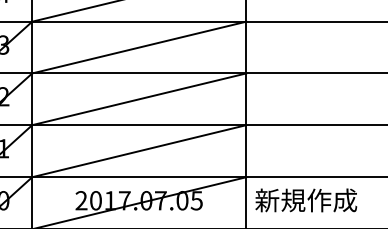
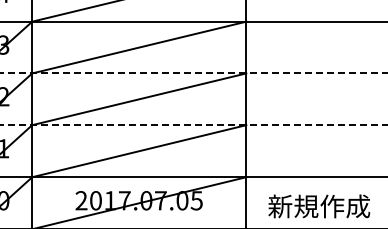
line at (194, 73): solid -> dashed
line at (194, 125): solid -> dashed
text at (306, 200) position: (306, 200) -> (319, 206)
